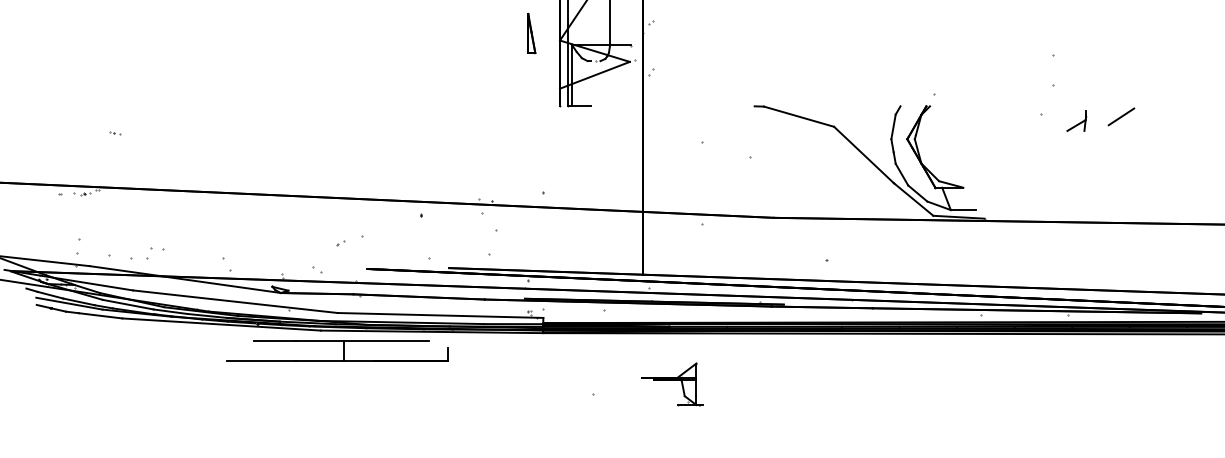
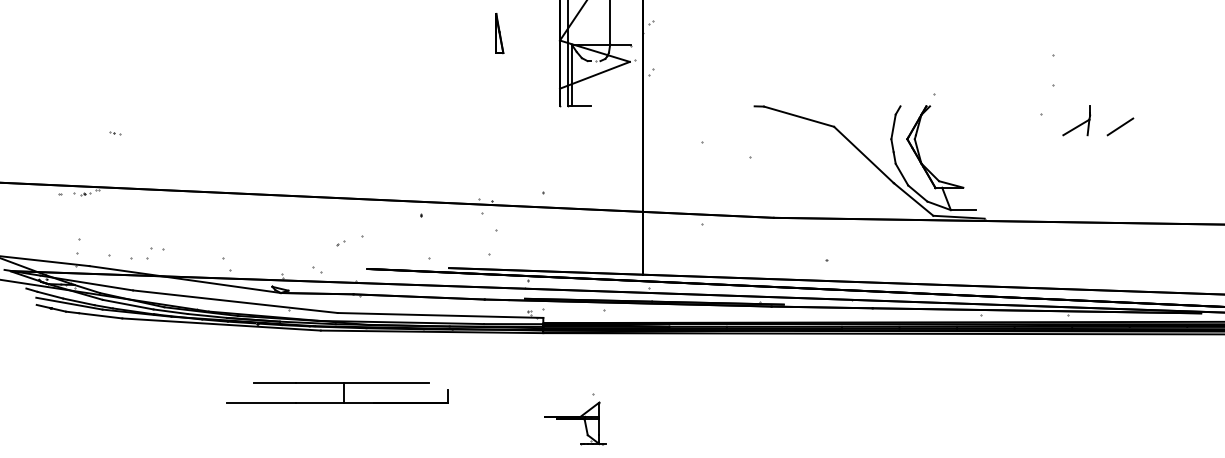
part at (531, 33) position: (531, 33) -> (499, 33)
line at (1121, 116) position: (1121, 116) -> (1120, 126)
part at (1076, 120) size: 22x22 px -> 30x32 px
part at (337, 350) position: (337, 350) -> (337, 392)
part at (672, 384) position: (672, 384) -> (575, 423)
